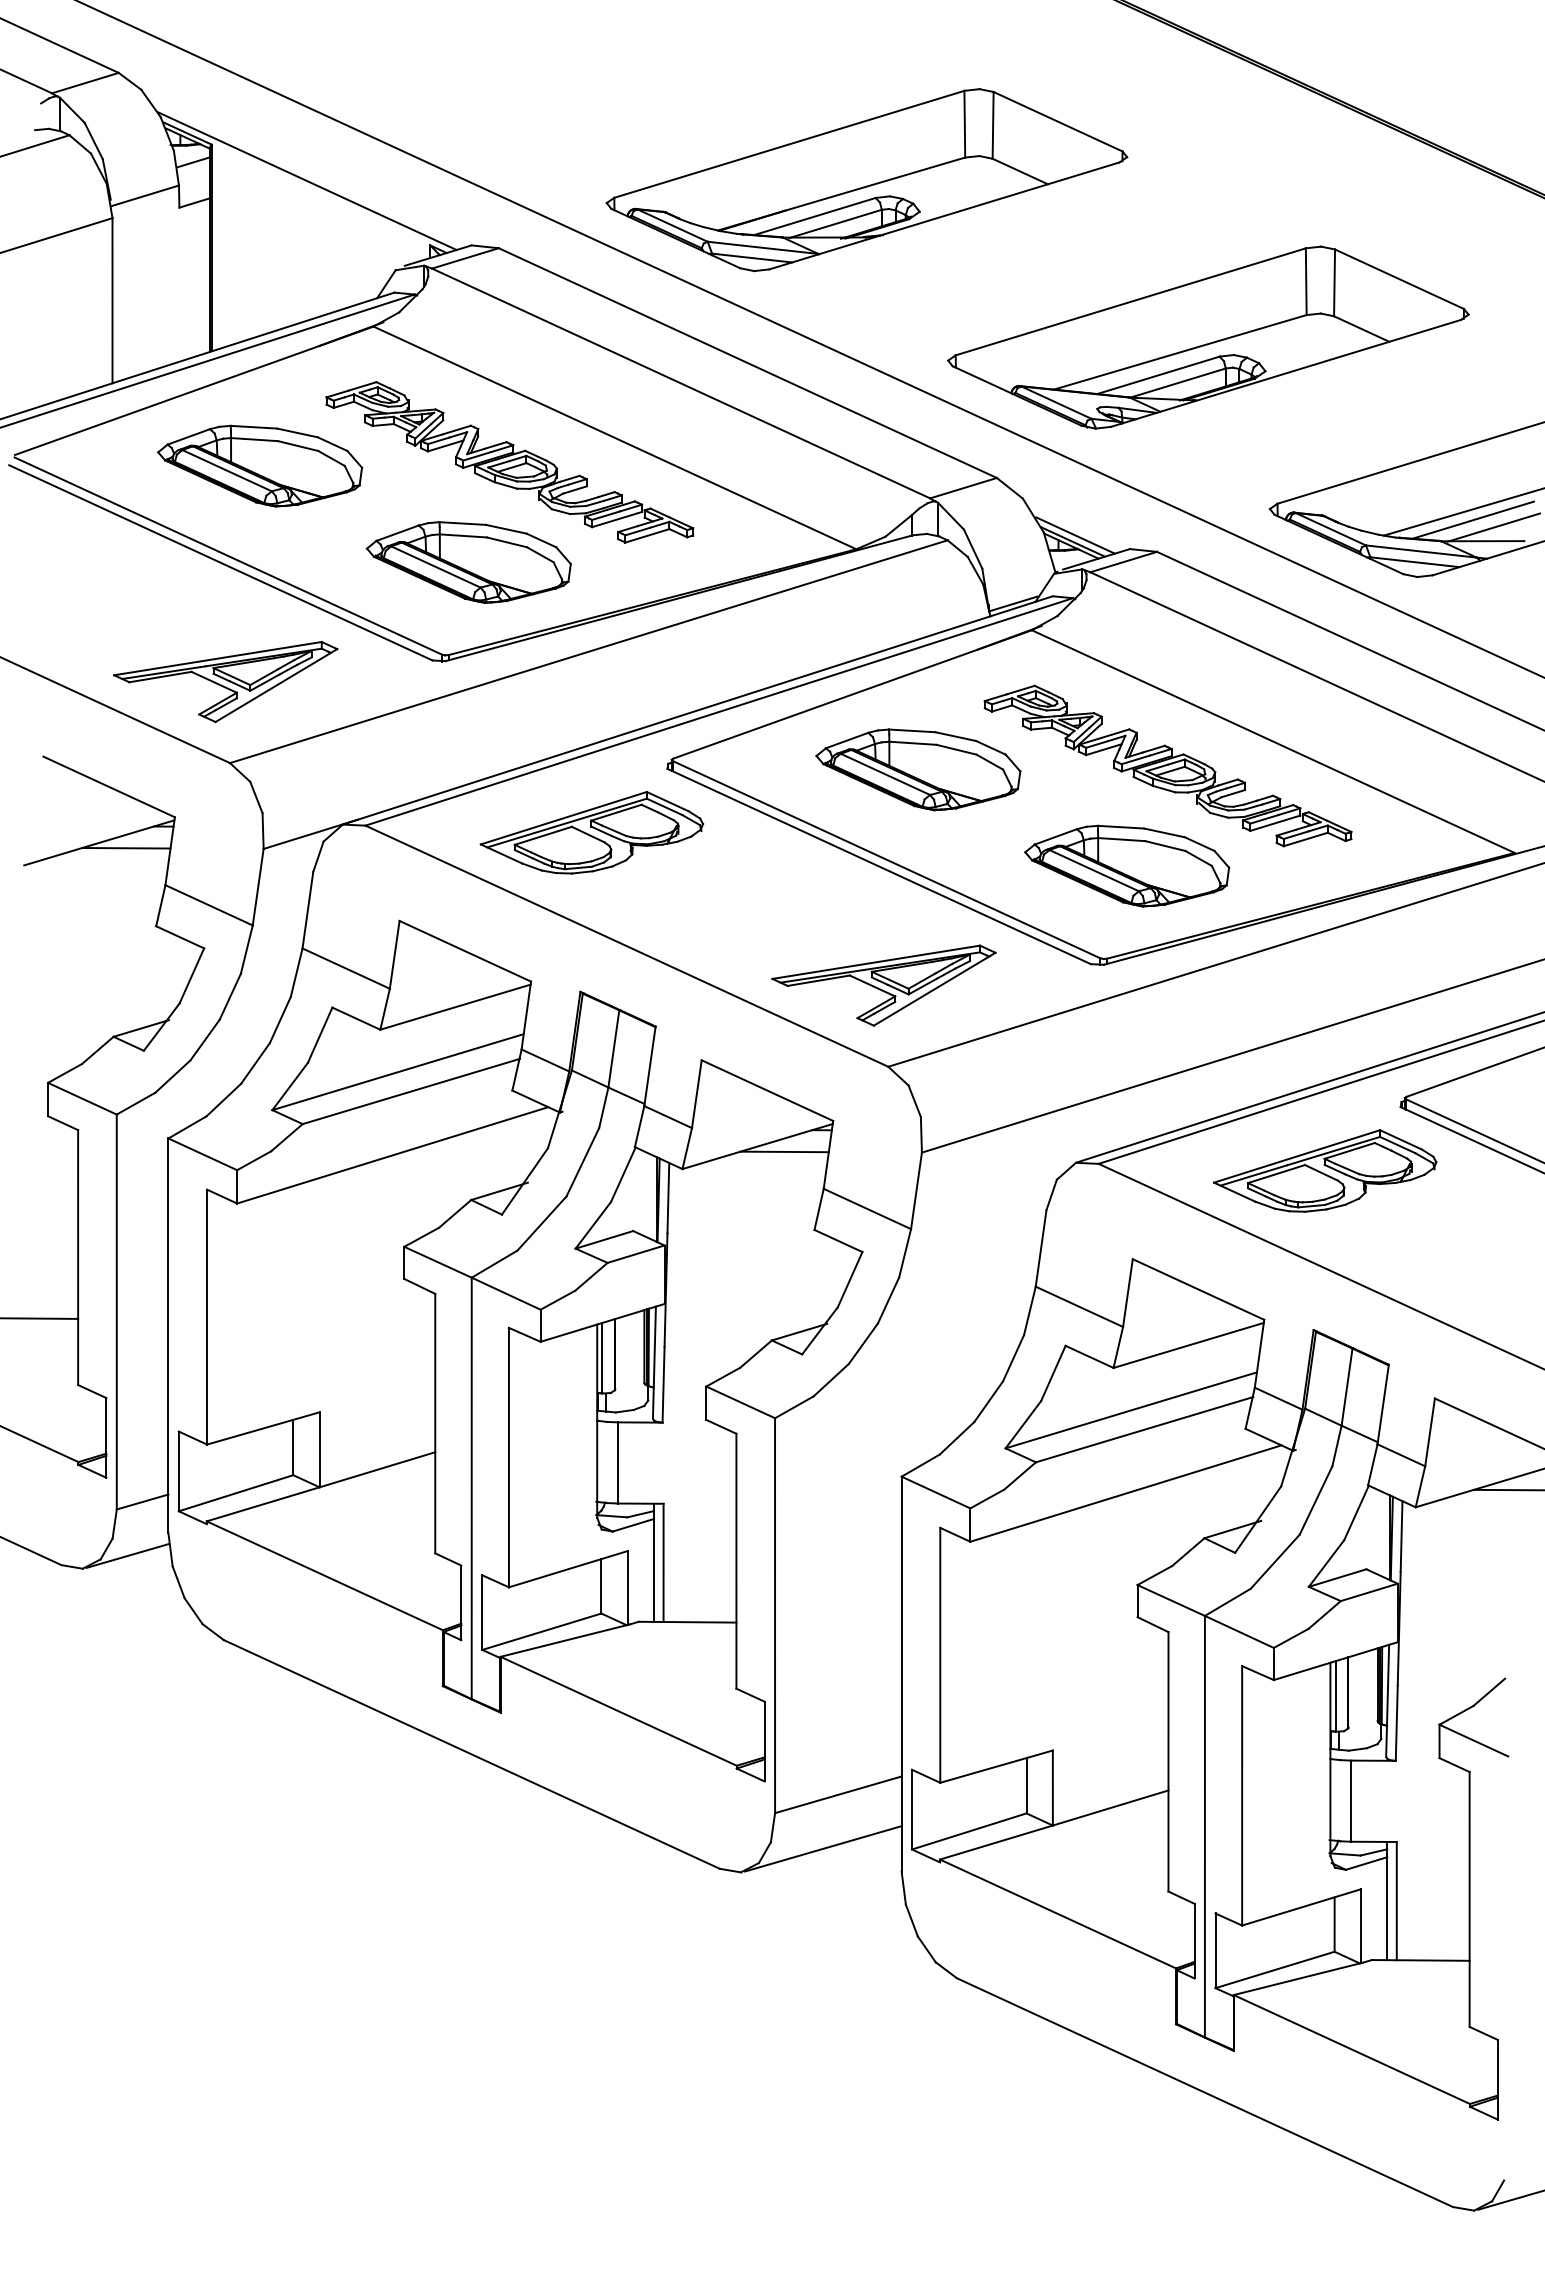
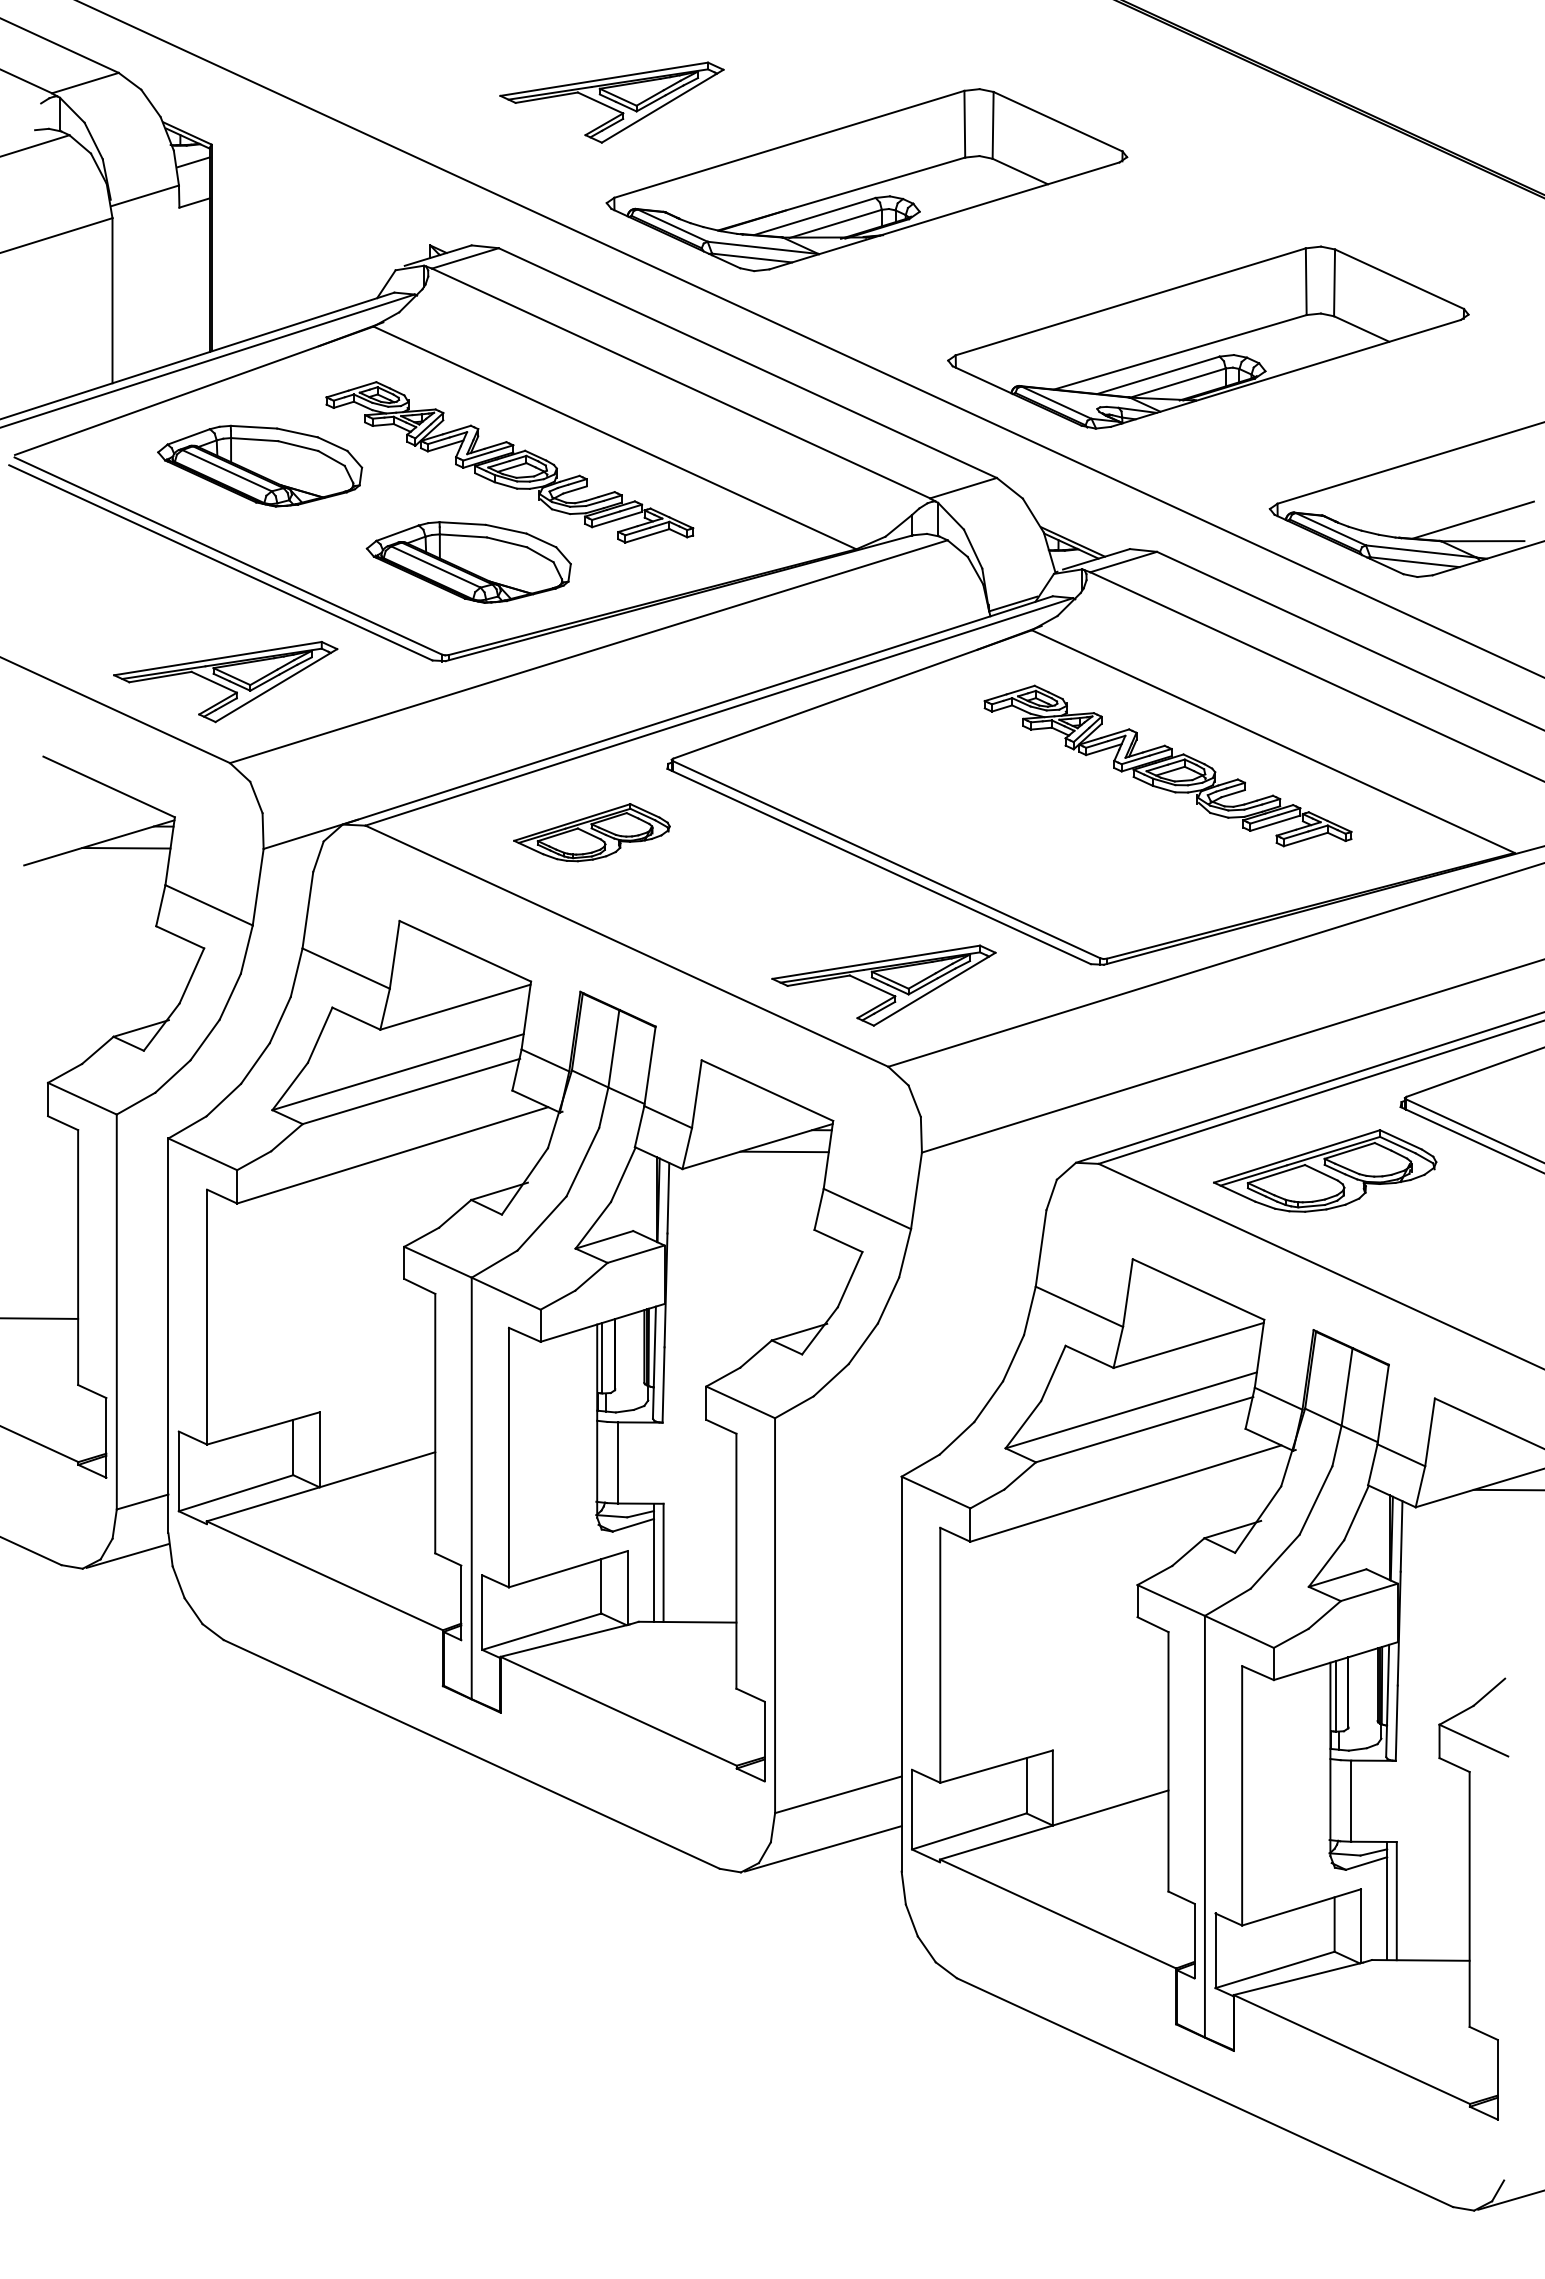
part at (611, 102): none -> present
line at (307, 181): present -> none
line at (1462, 512): present -> none
line at (1493, 527): present -> none
line at (1075, 535): present -> none
part at (918, 769): present -> none
part at (591, 832) size: 226x85 px -> 158x60 px
part at (1127, 865): present -> none
